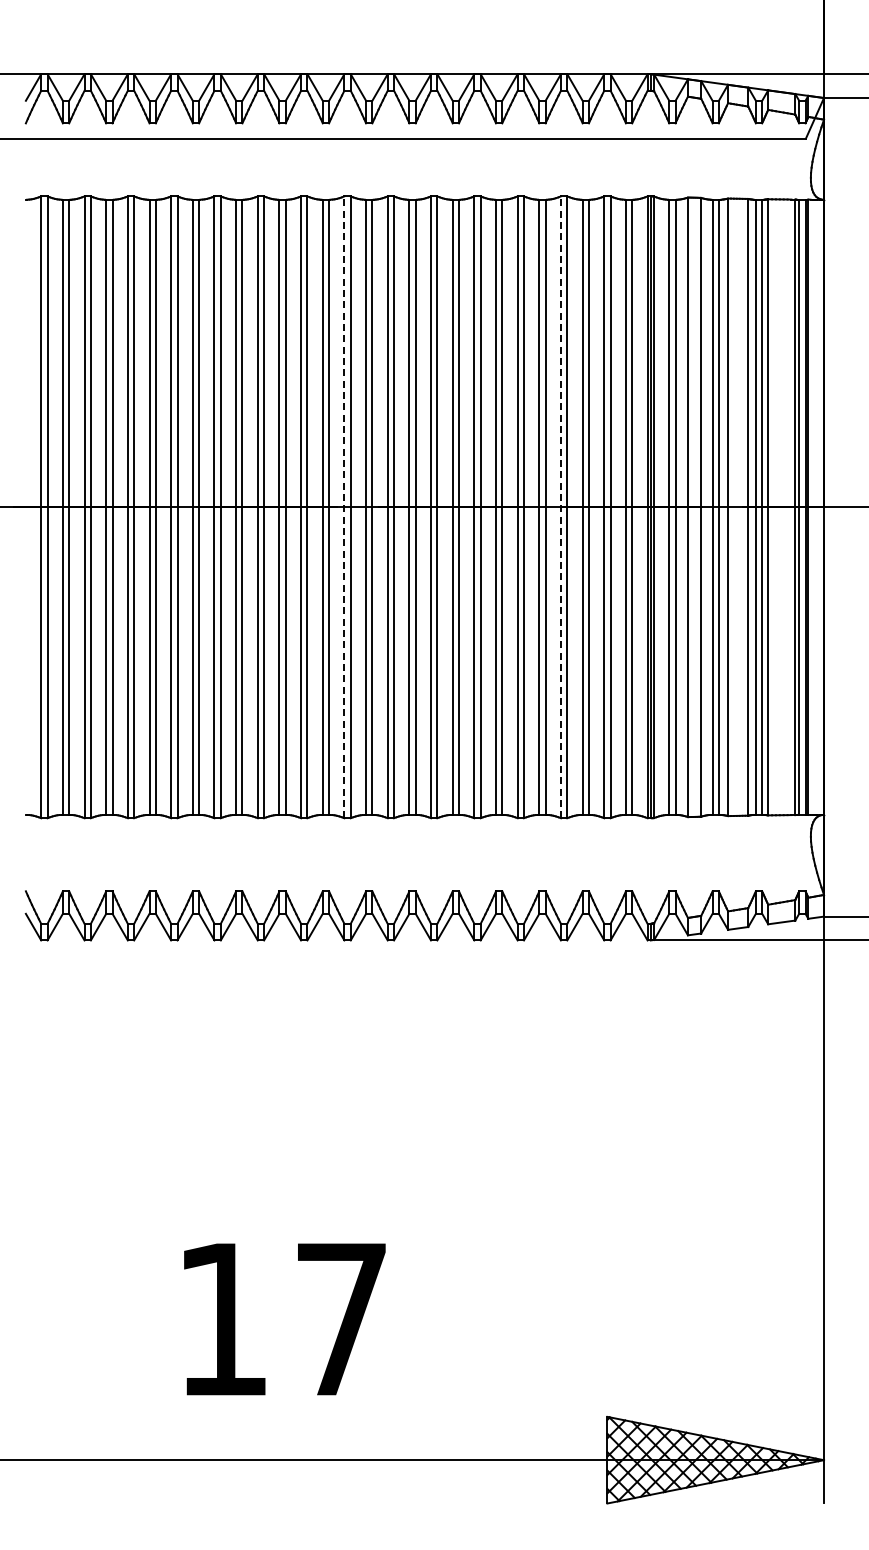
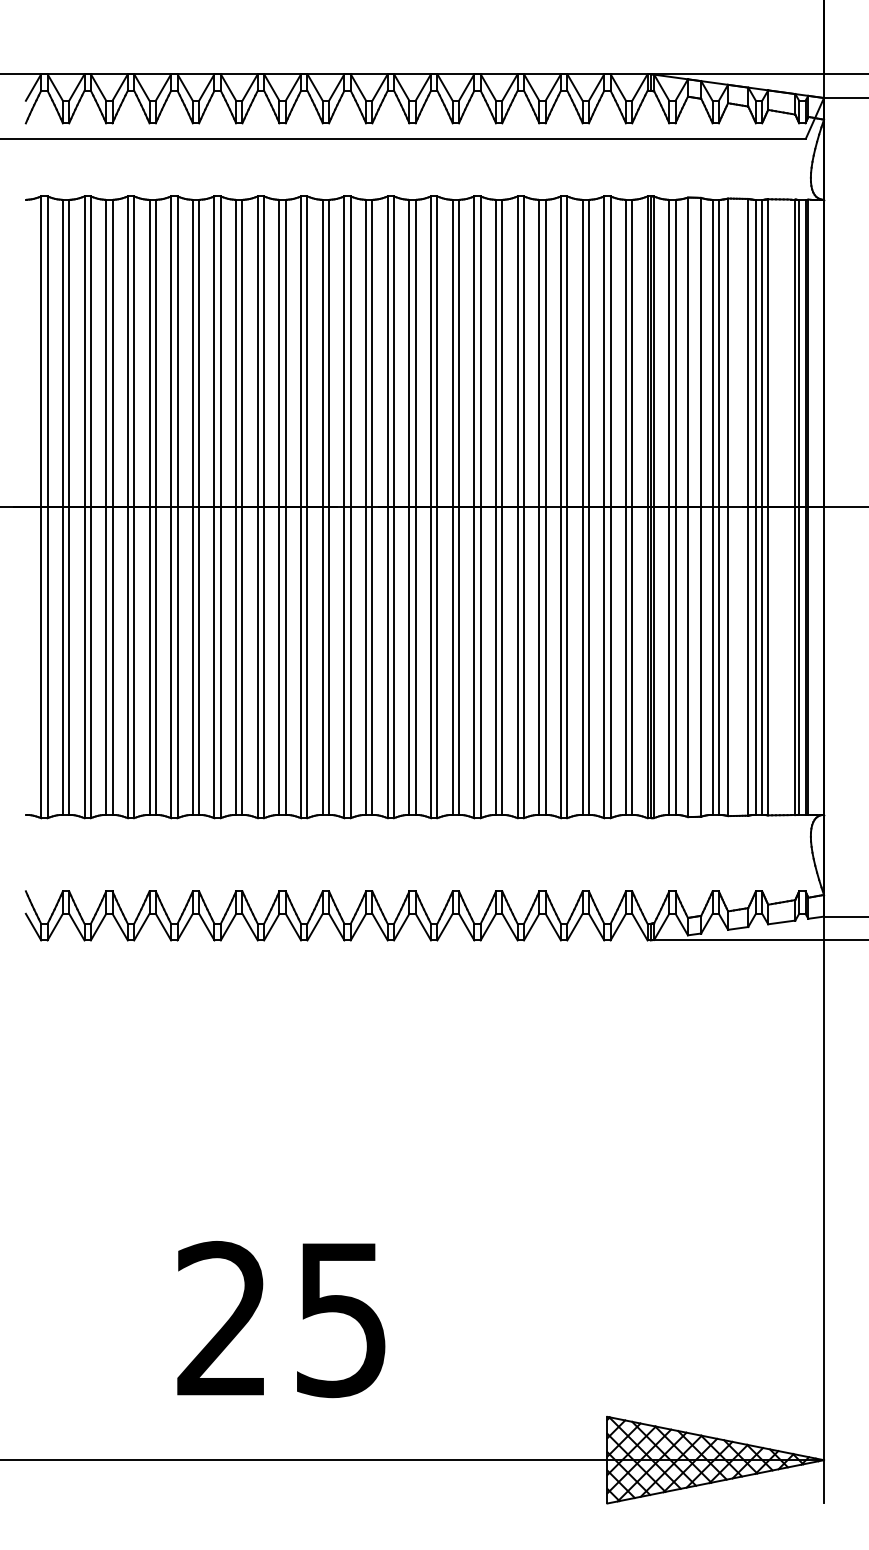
line at (344, 507): dashed -> solid
line at (560, 507): dashed -> solid
text at (281, 1319): 17 -> 25
